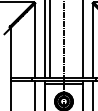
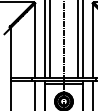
line at (77, 39): none -> present
